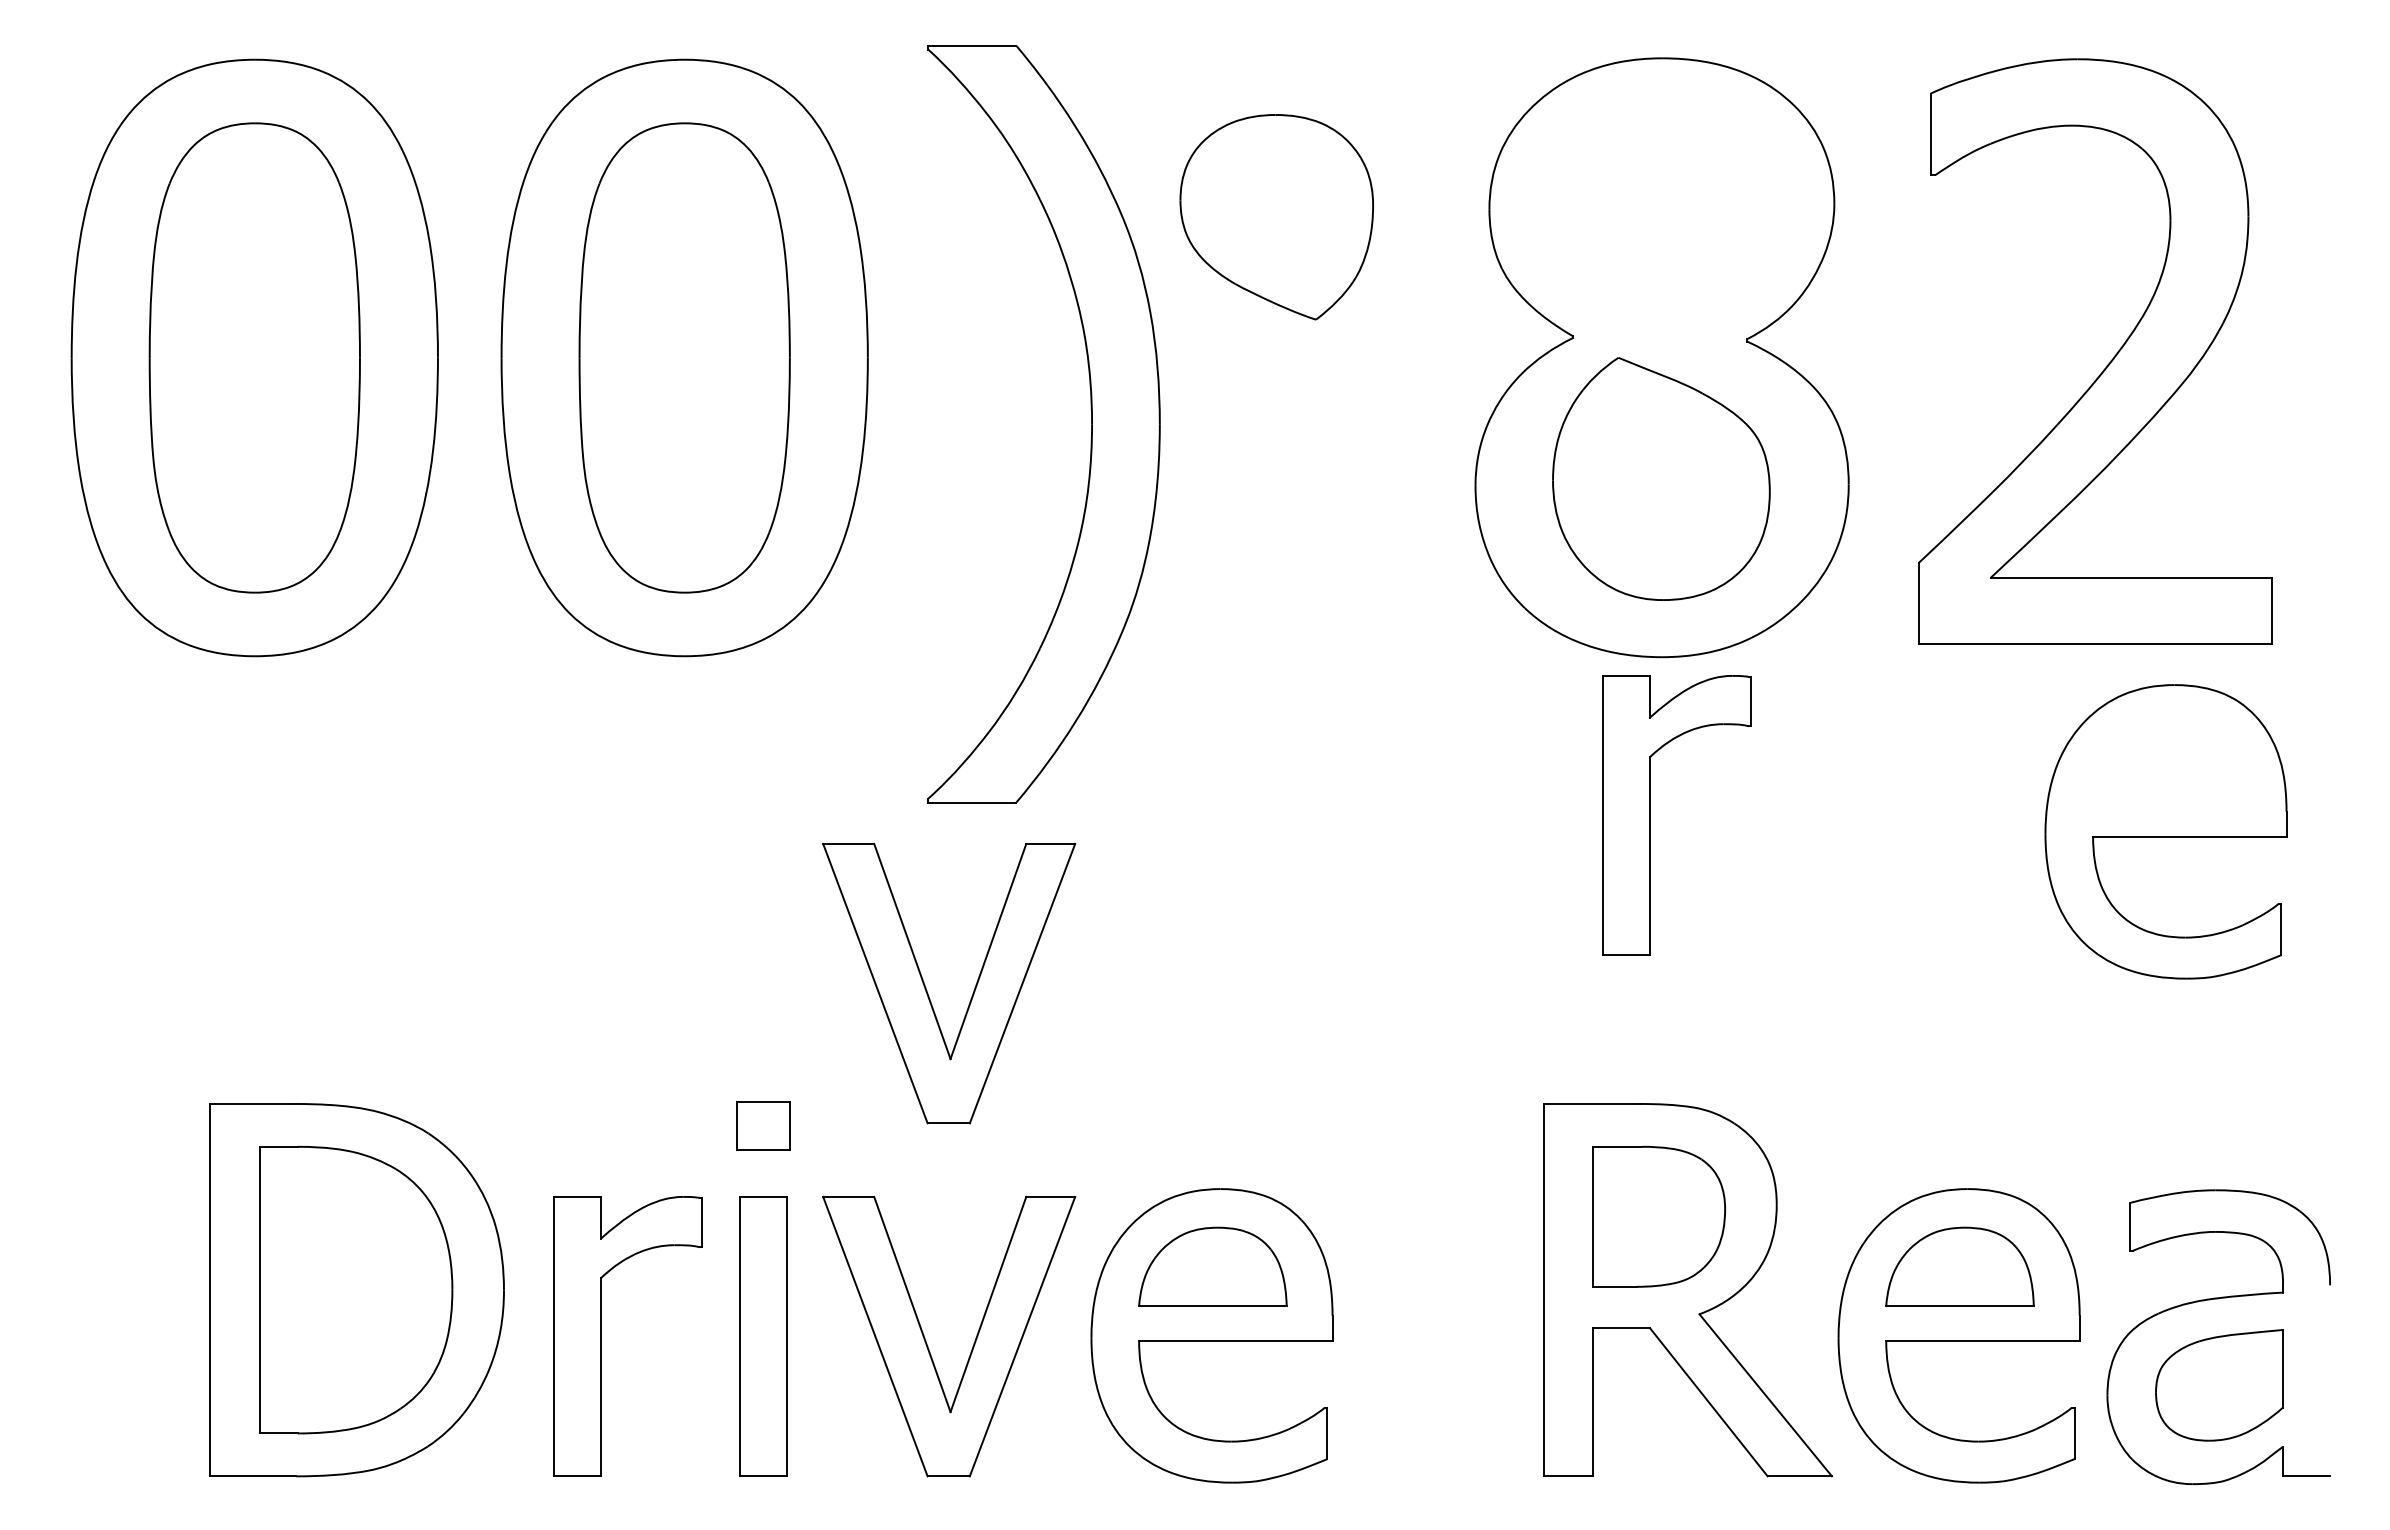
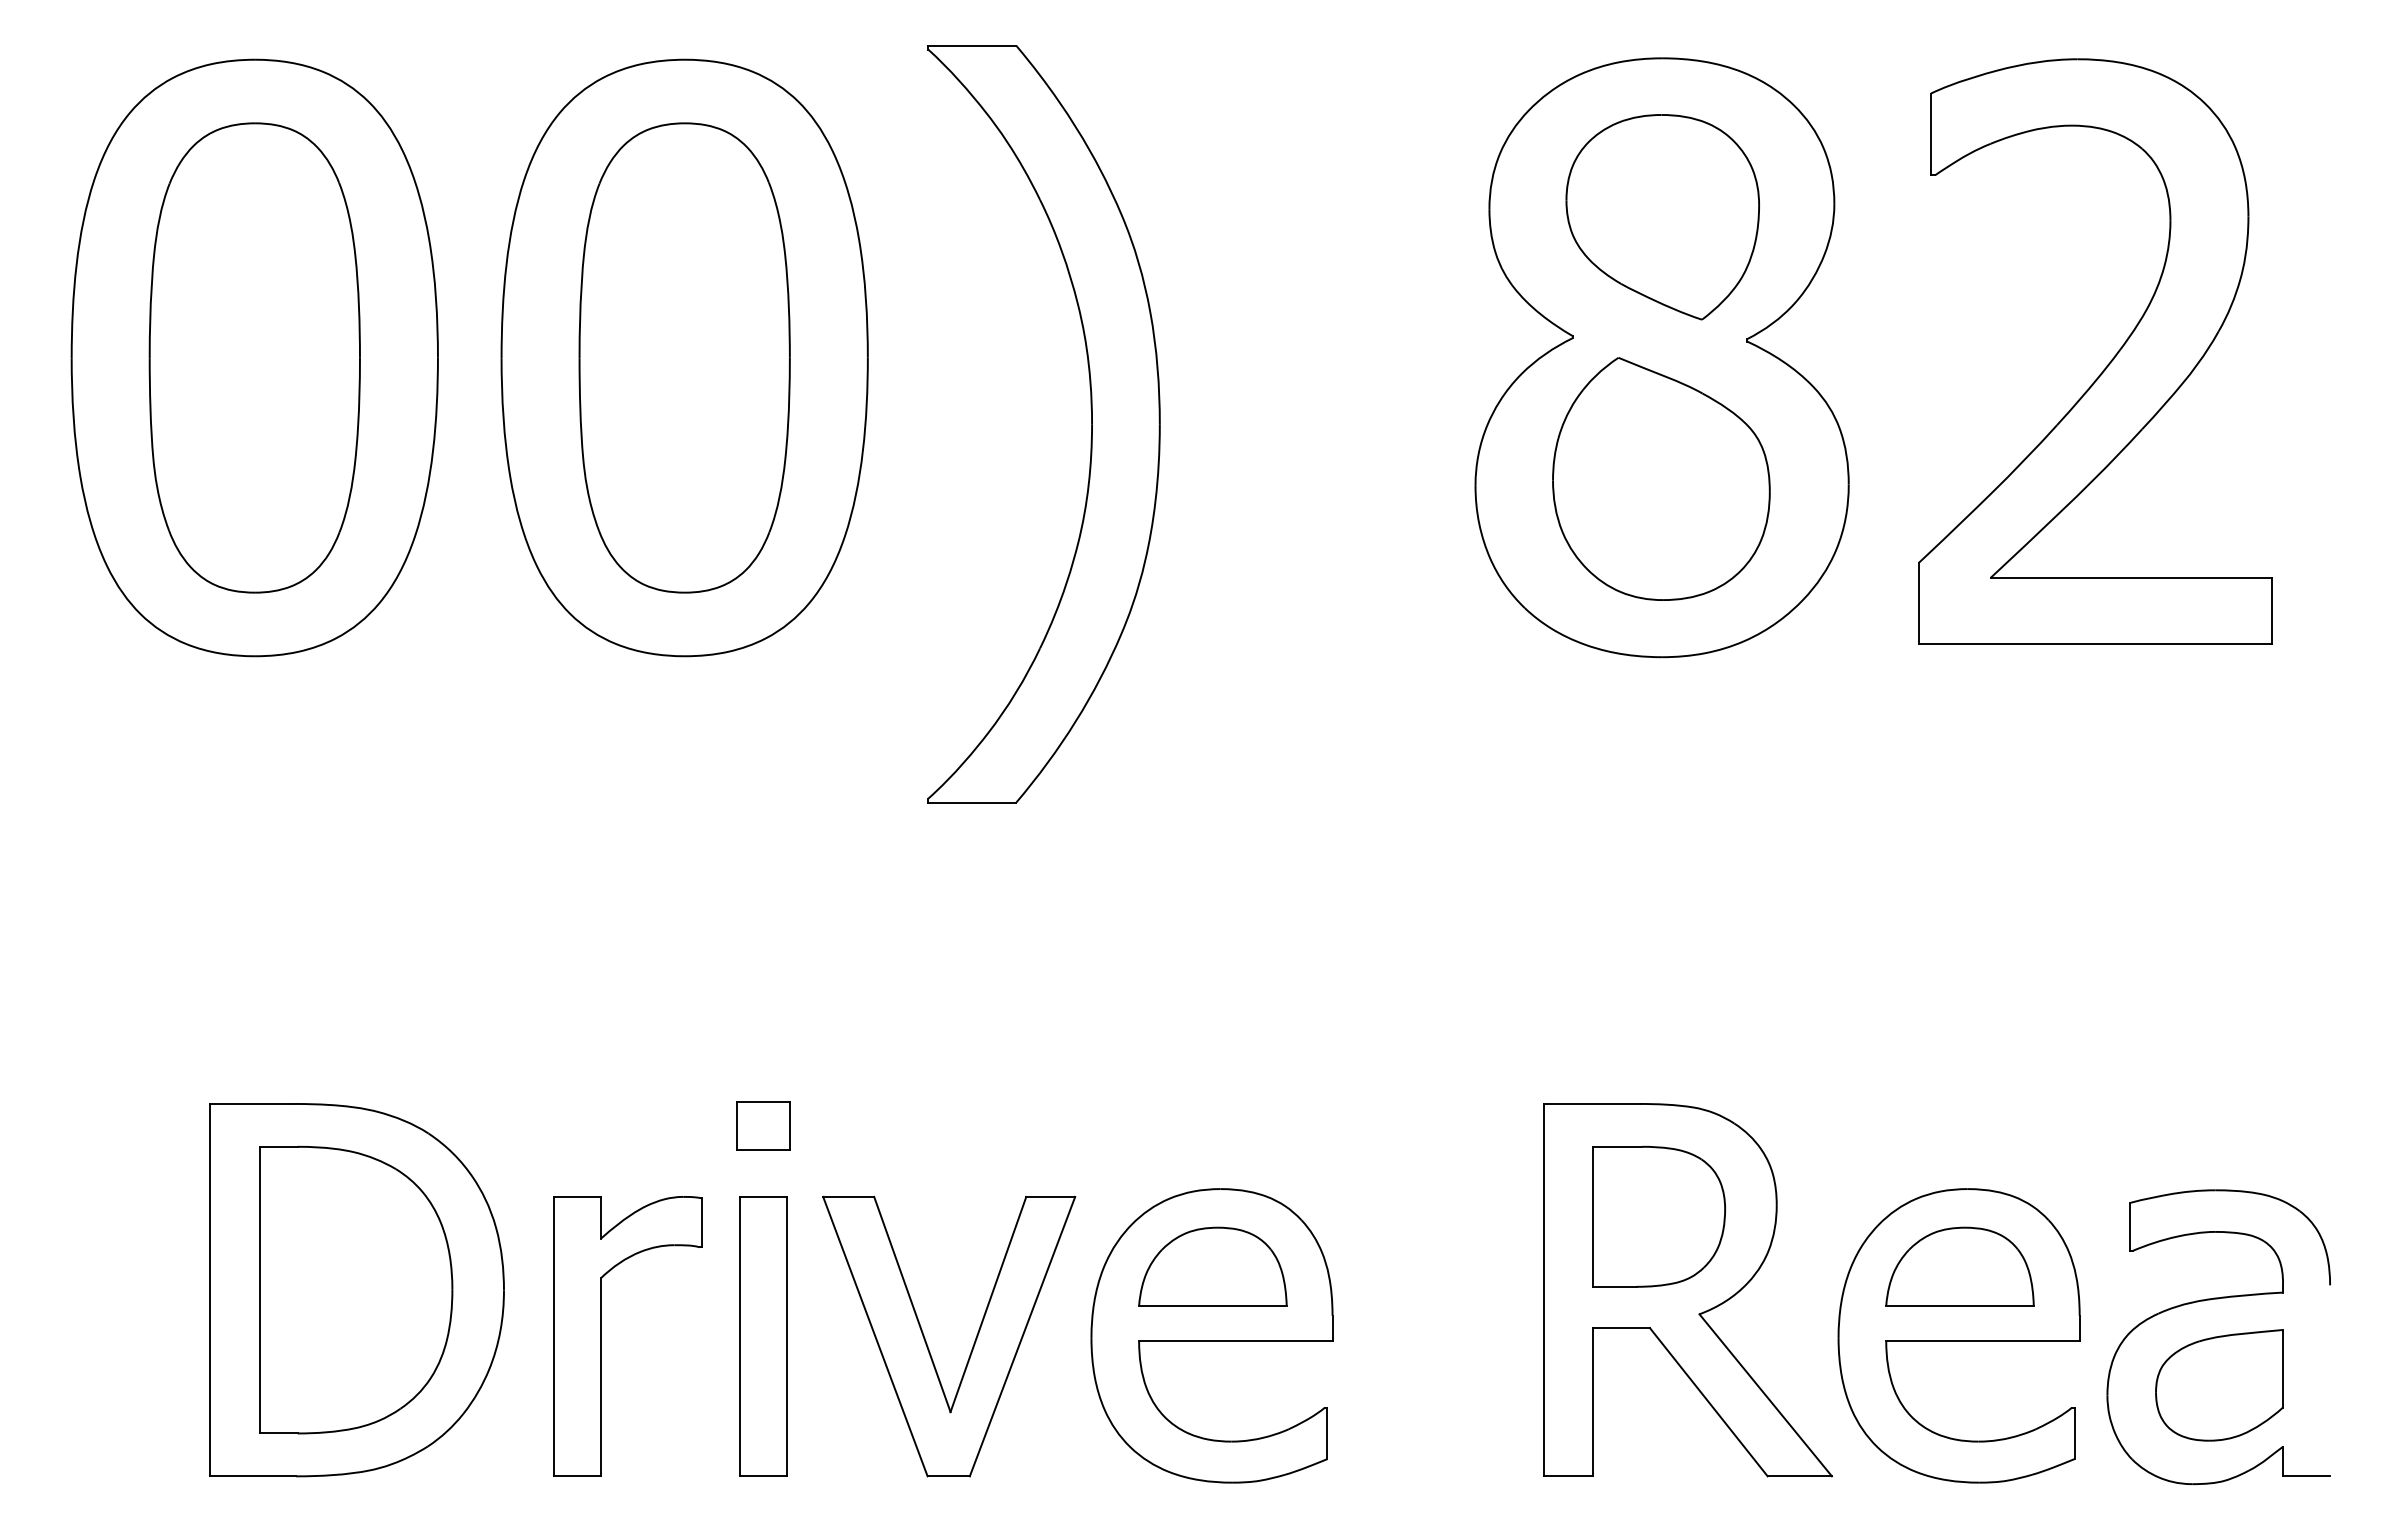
part at (1276, 217) position: (1276, 217) -> (1662, 217)
part at (1650, 815): present -> none
part at (2165, 831): present -> none
part at (927, 990): present -> none
